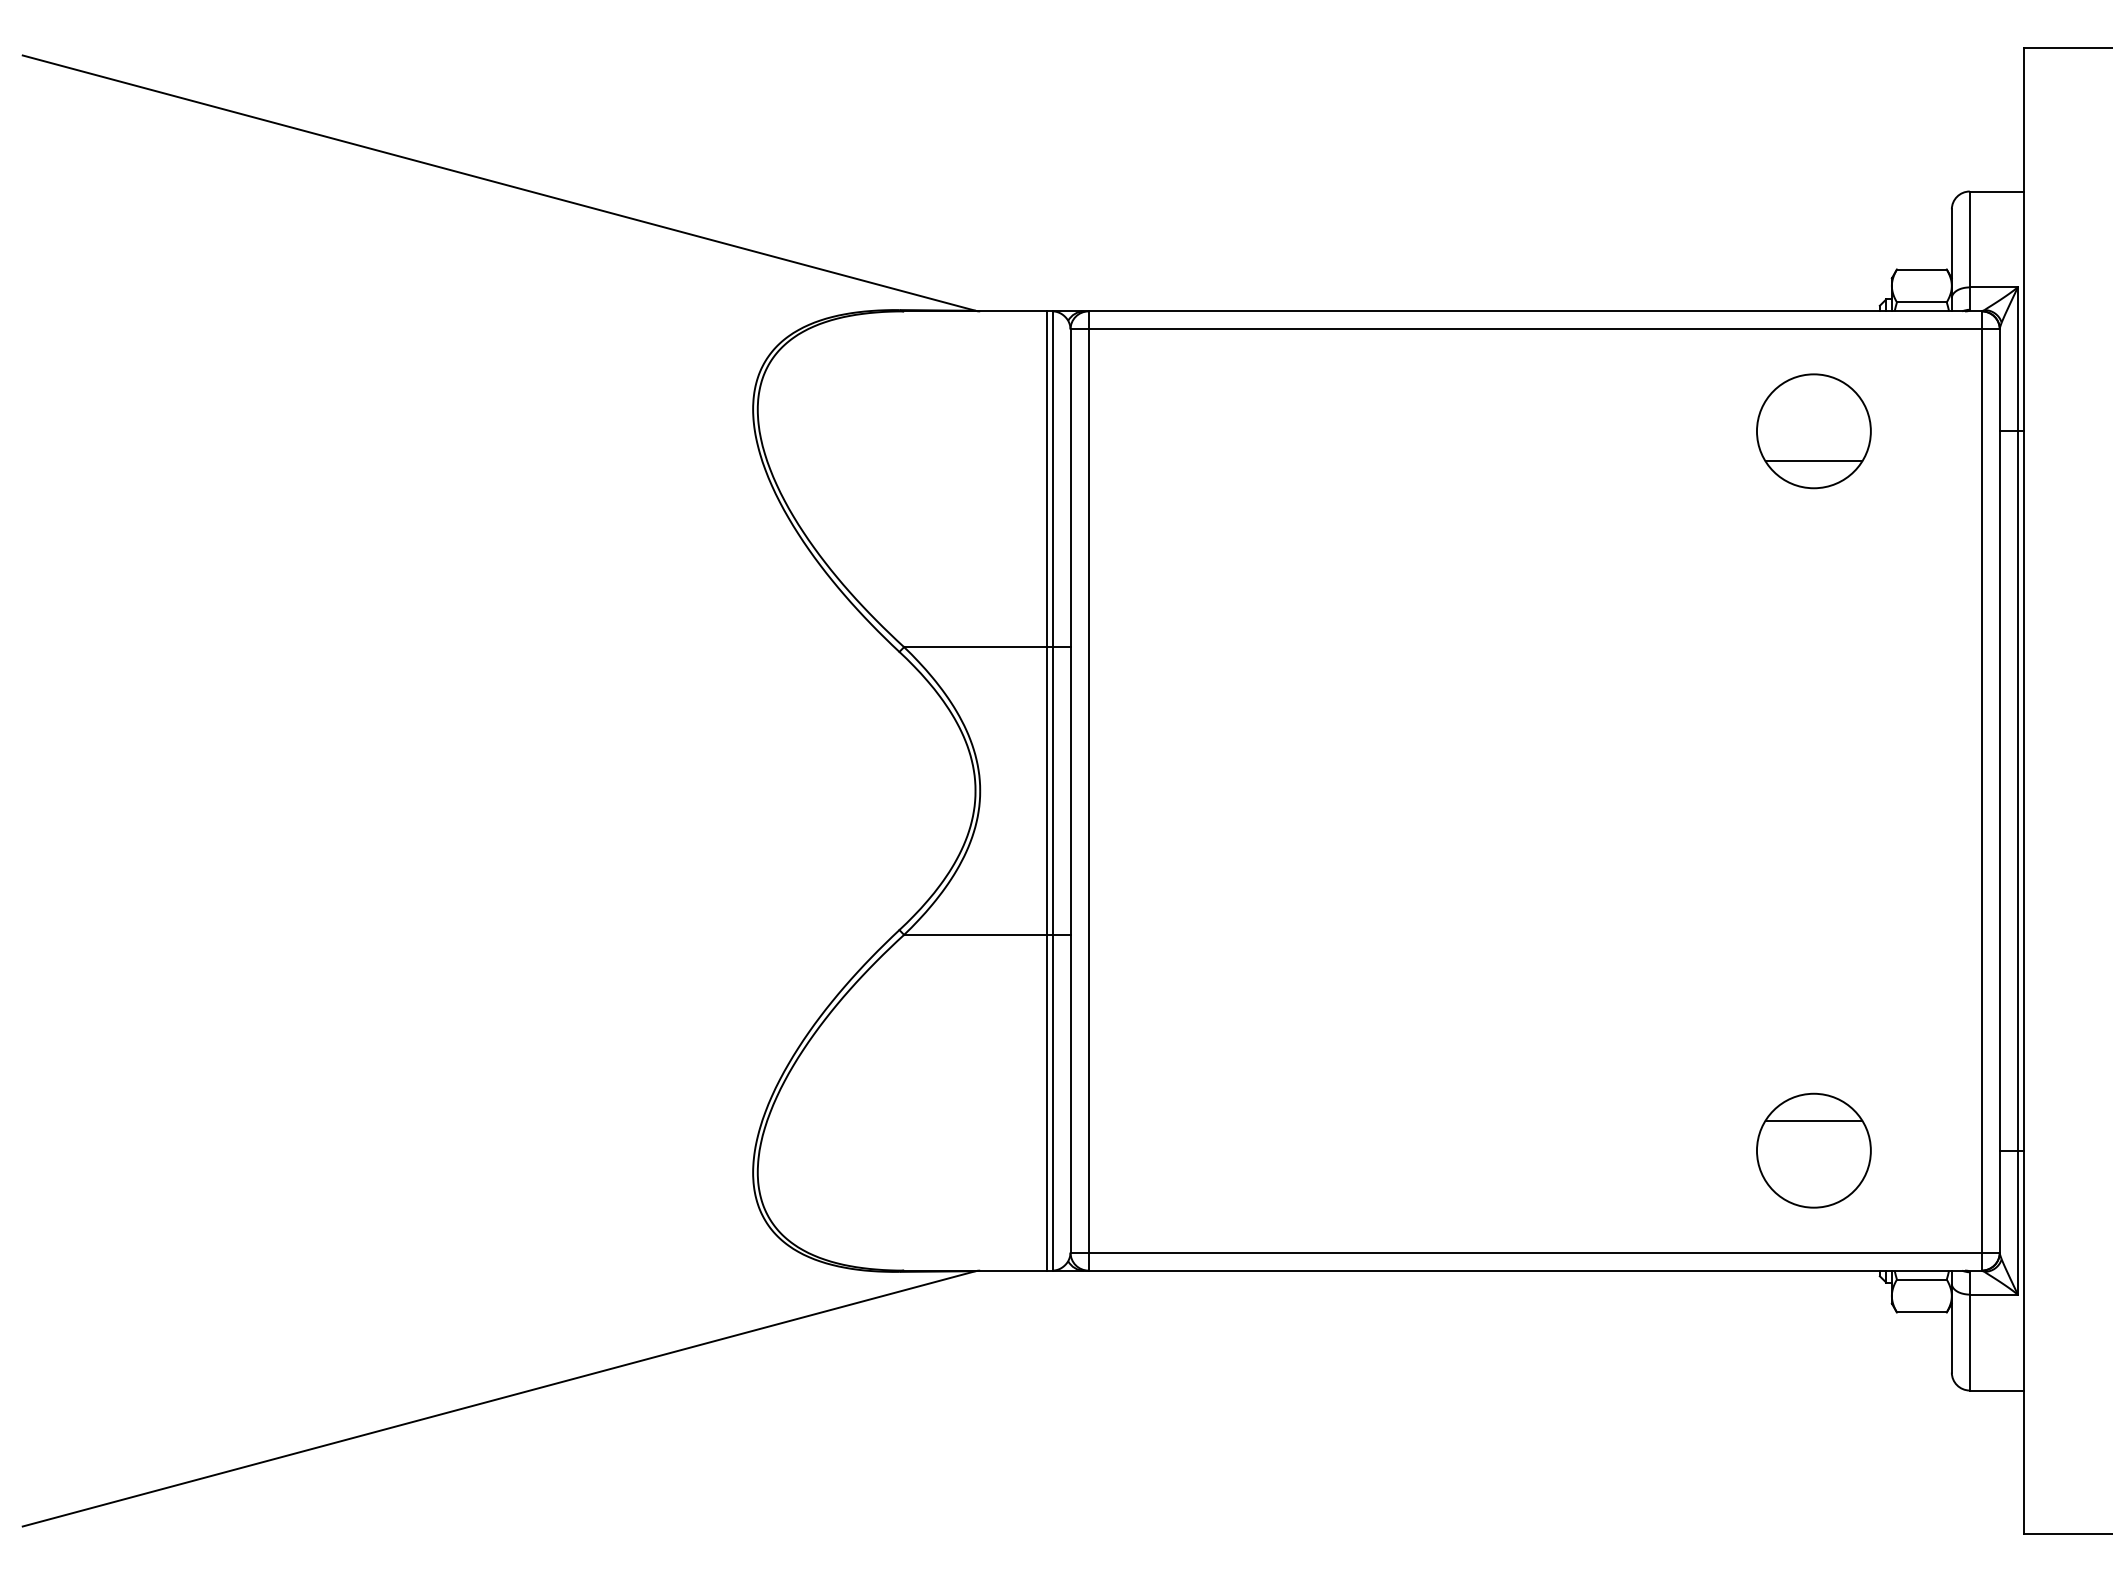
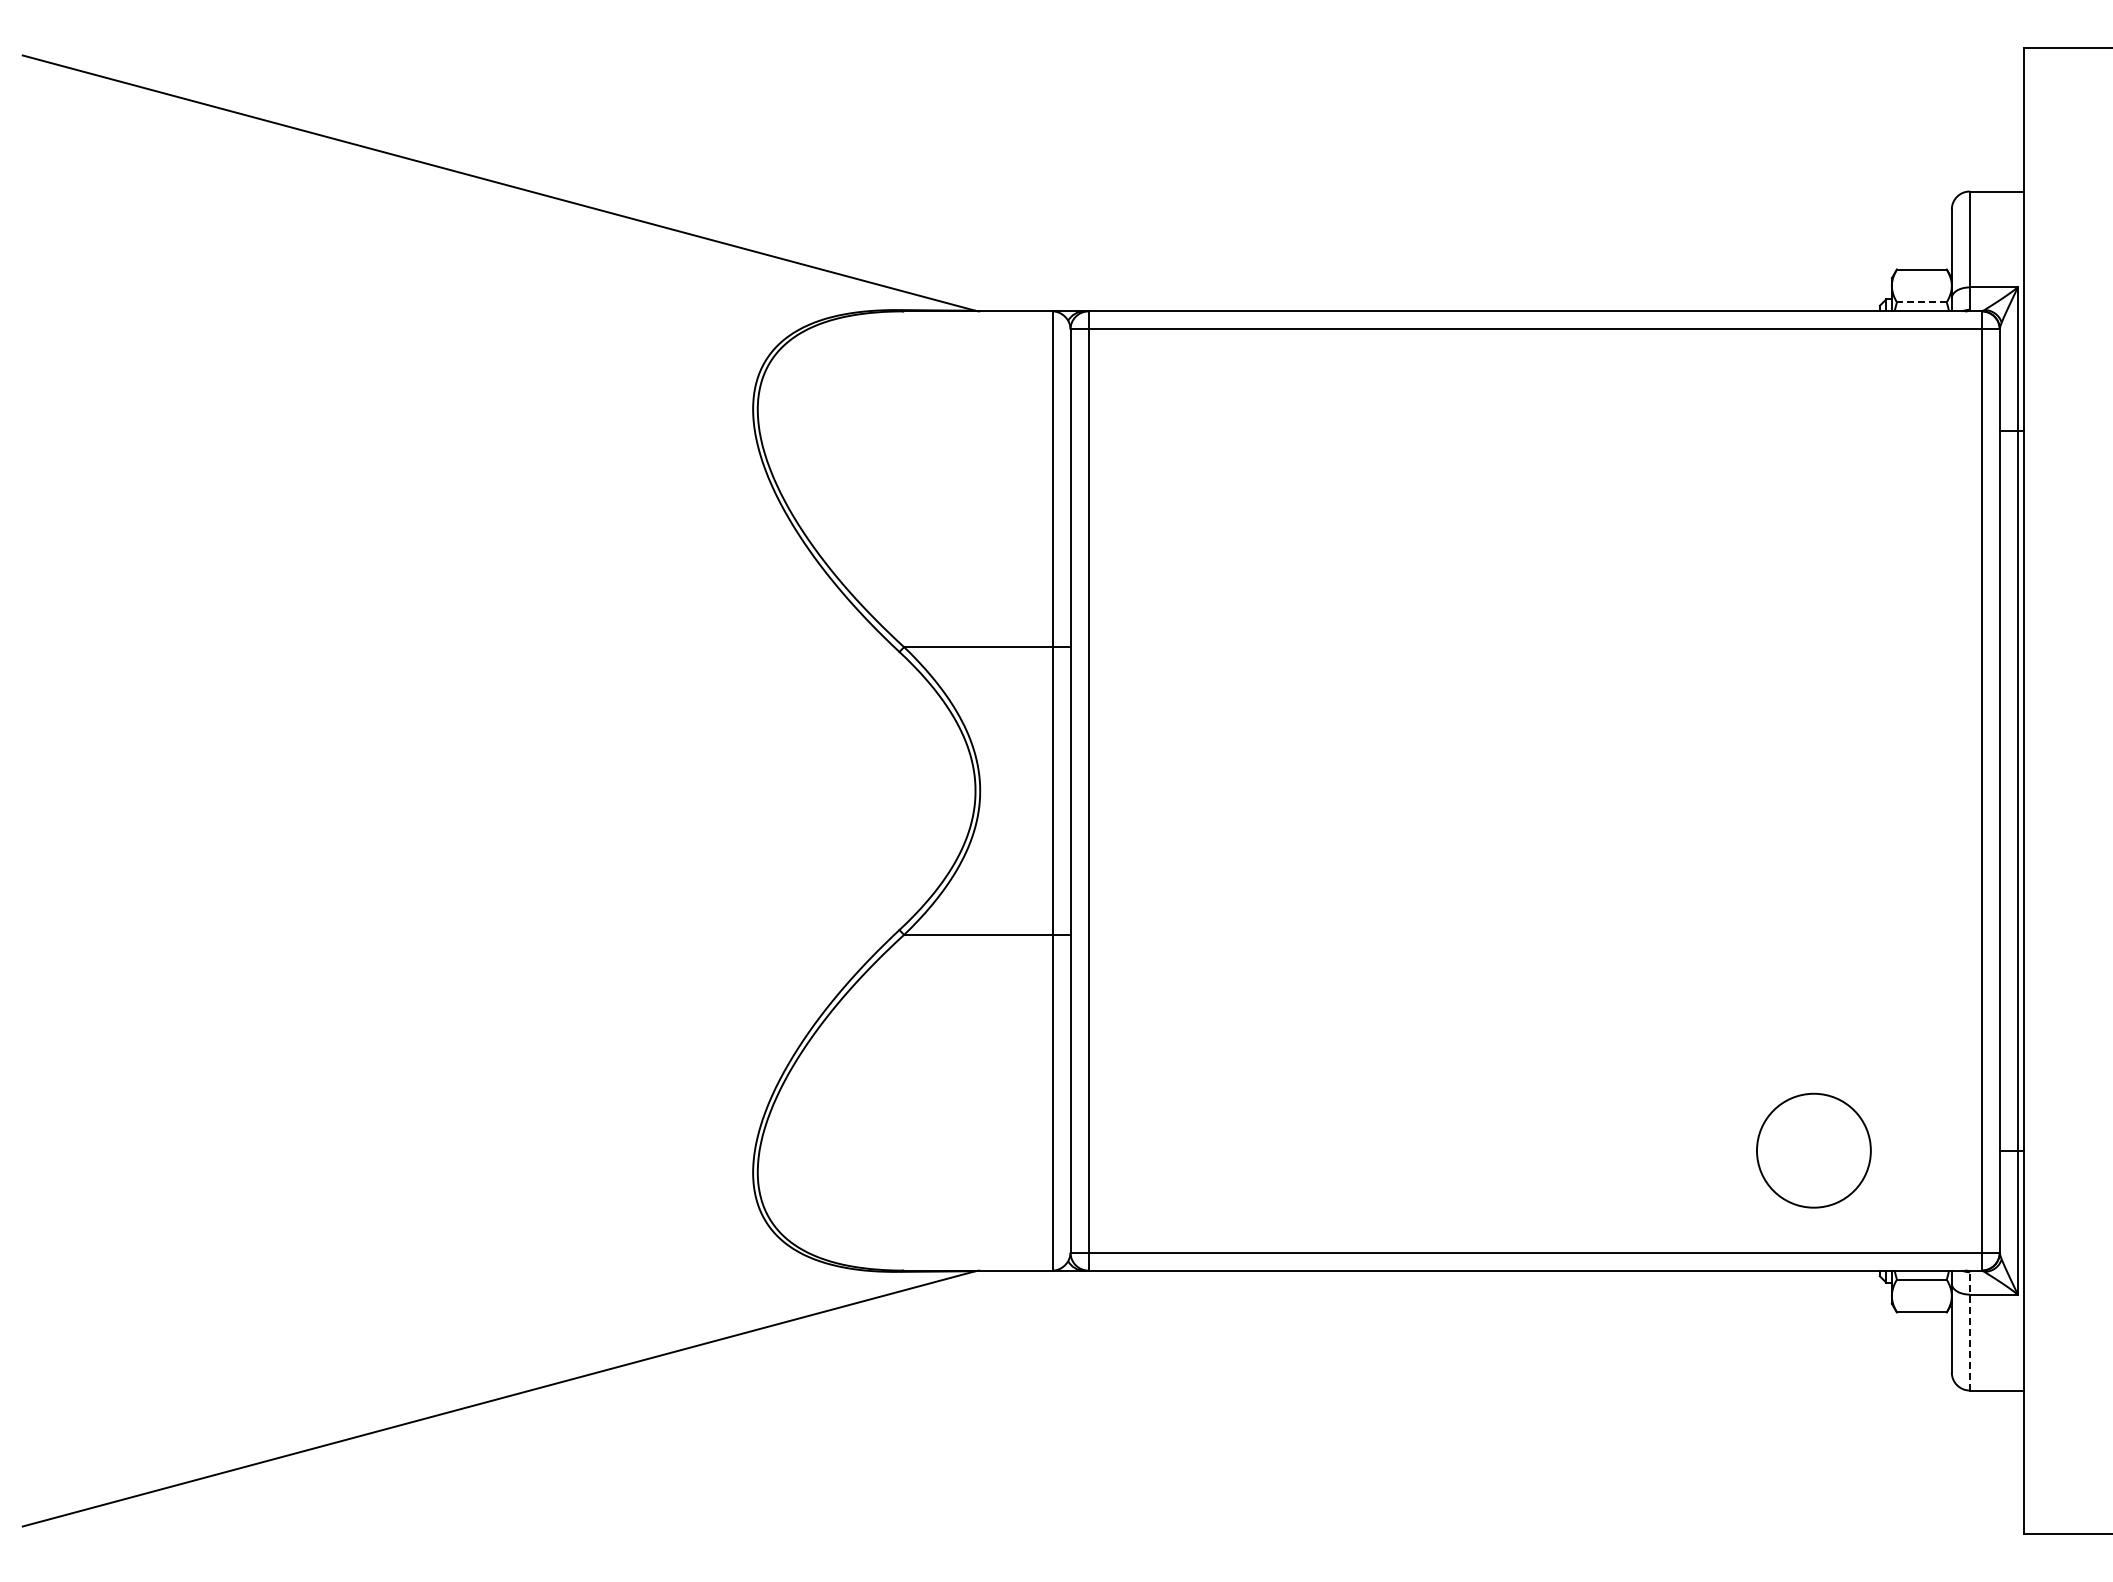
line at (1921, 302): solid -> dashed
part at (1813, 431): present -> none
line at (1046, 790): present -> none
line at (1813, 1120): present -> none
line at (1969, 1330): solid -> dashed
